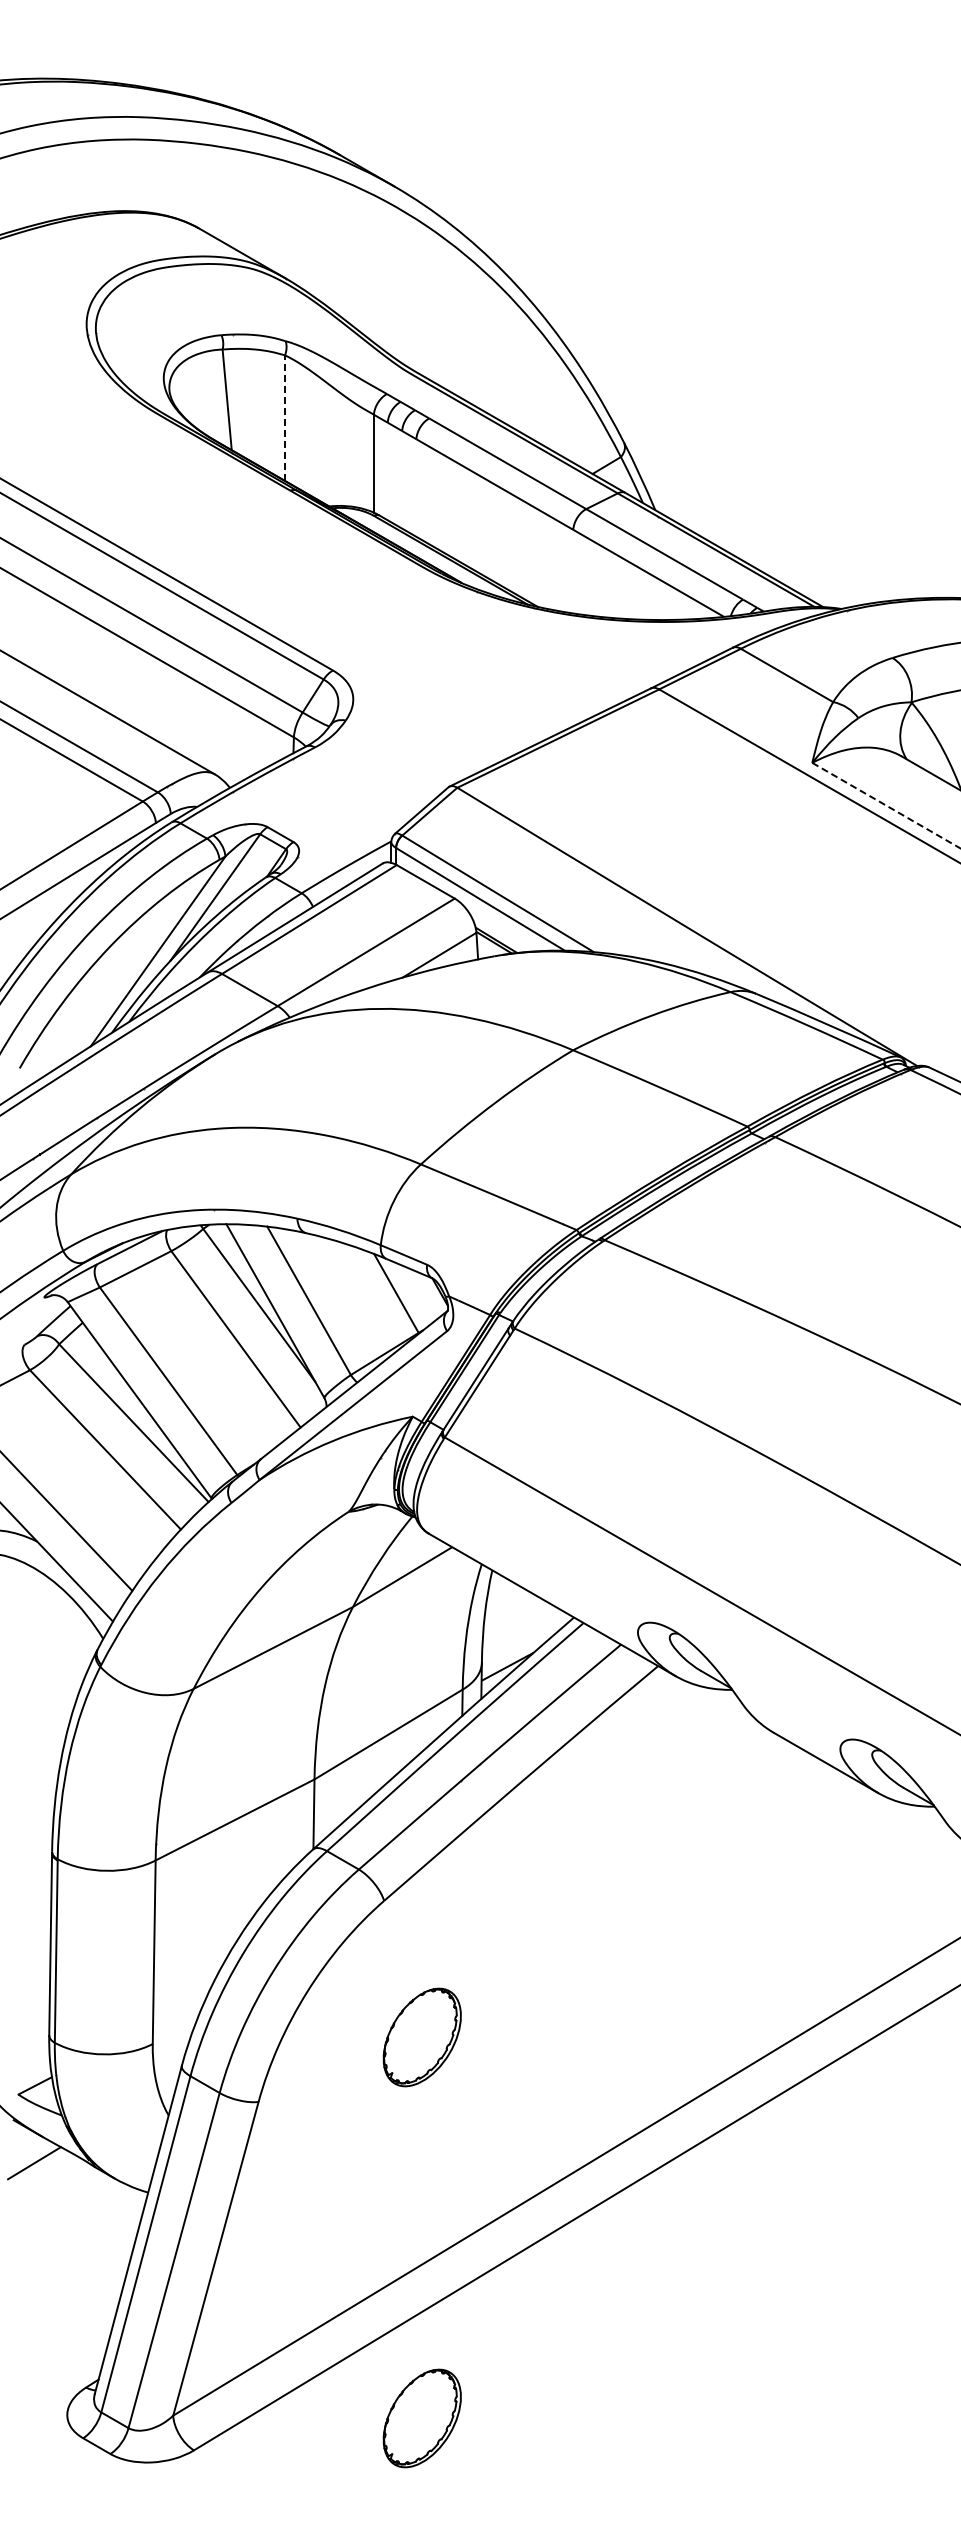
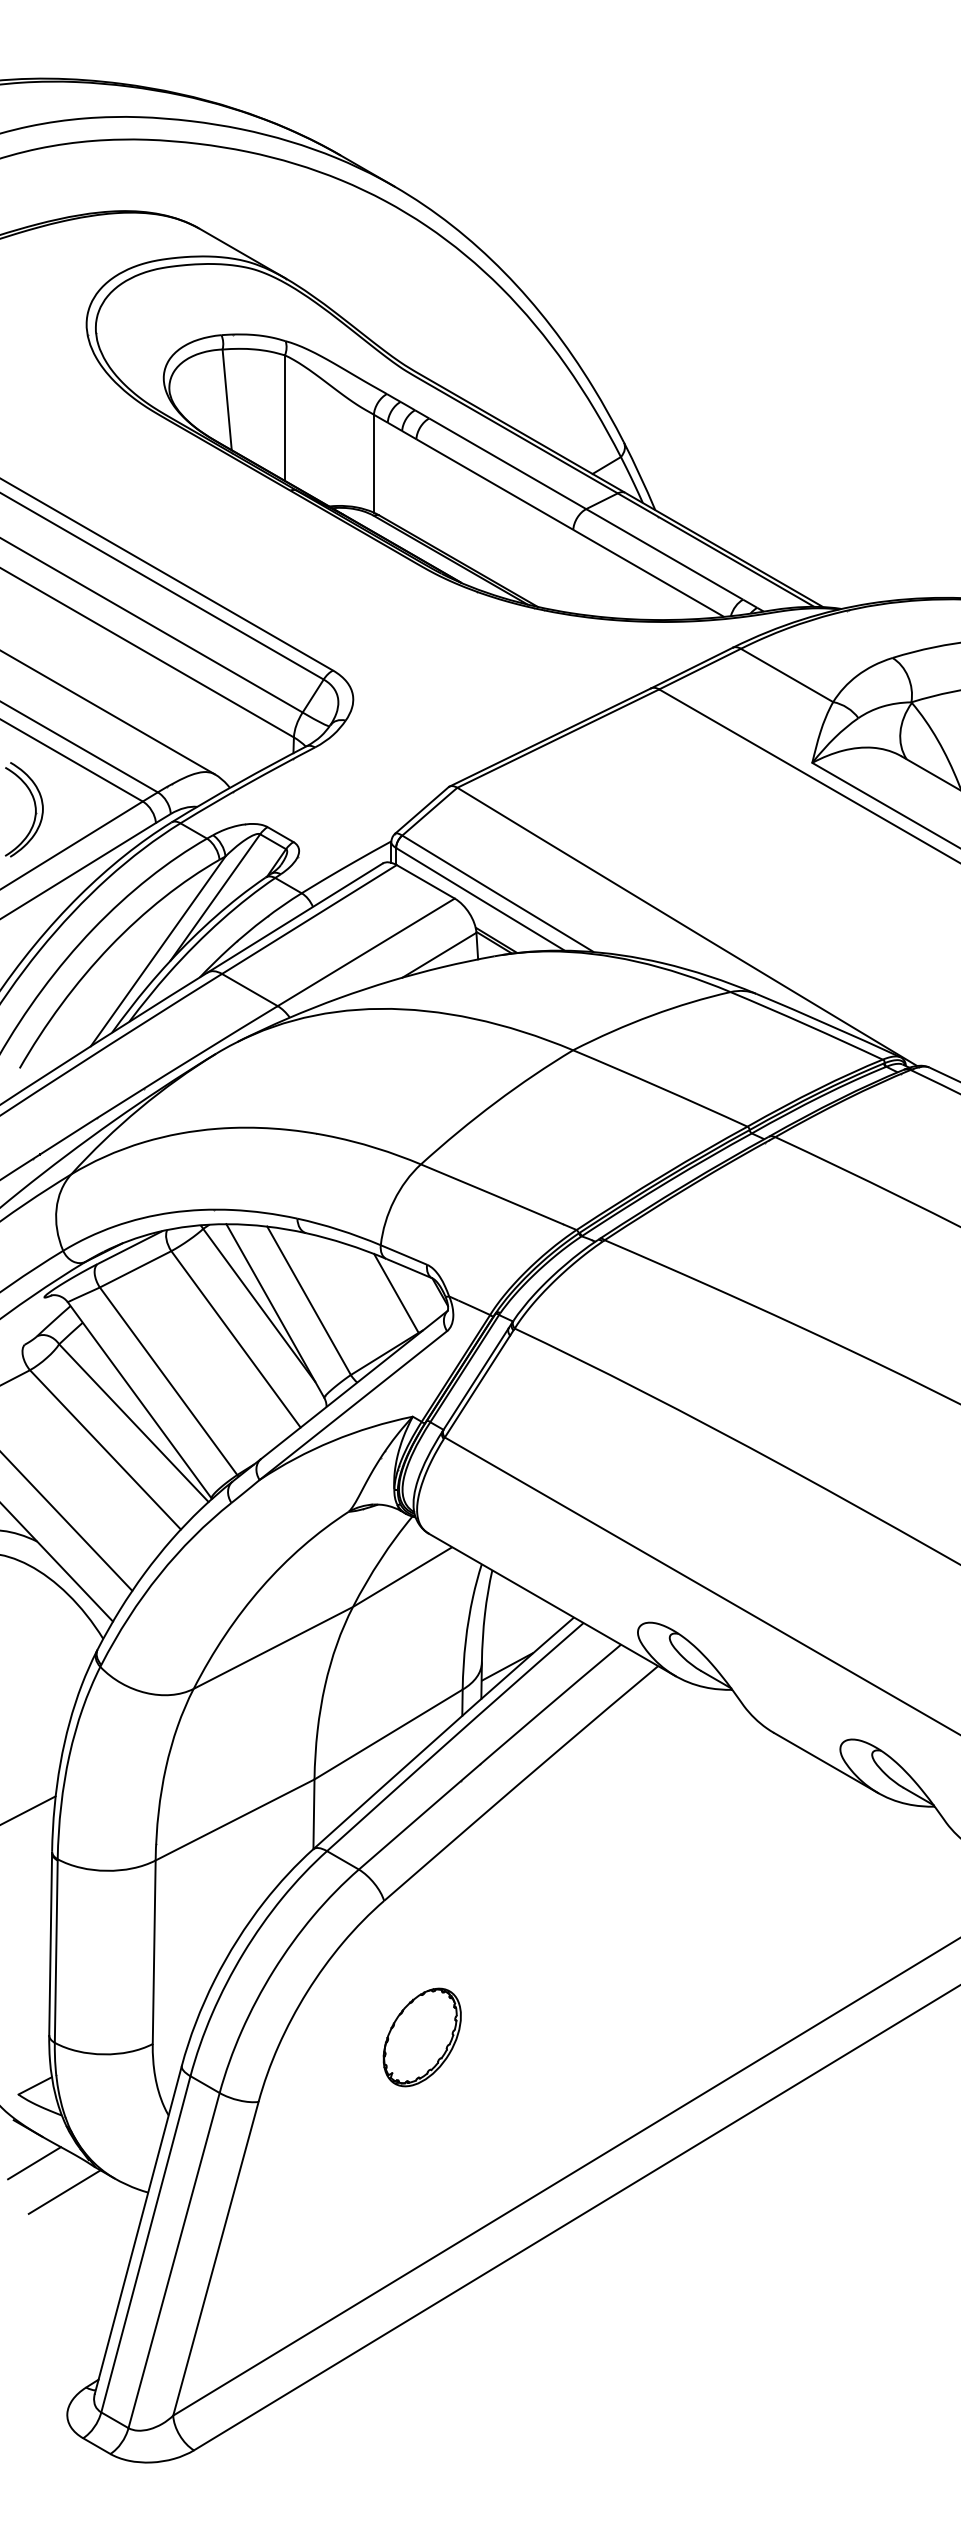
line at (284, 418): dashed -> solid
line at (886, 805): dashed -> solid
part at (34, 808): none -> present
line at (28, 1809): none -> present
line at (64, 2191): none -> present
part at (421, 2418): present -> none
